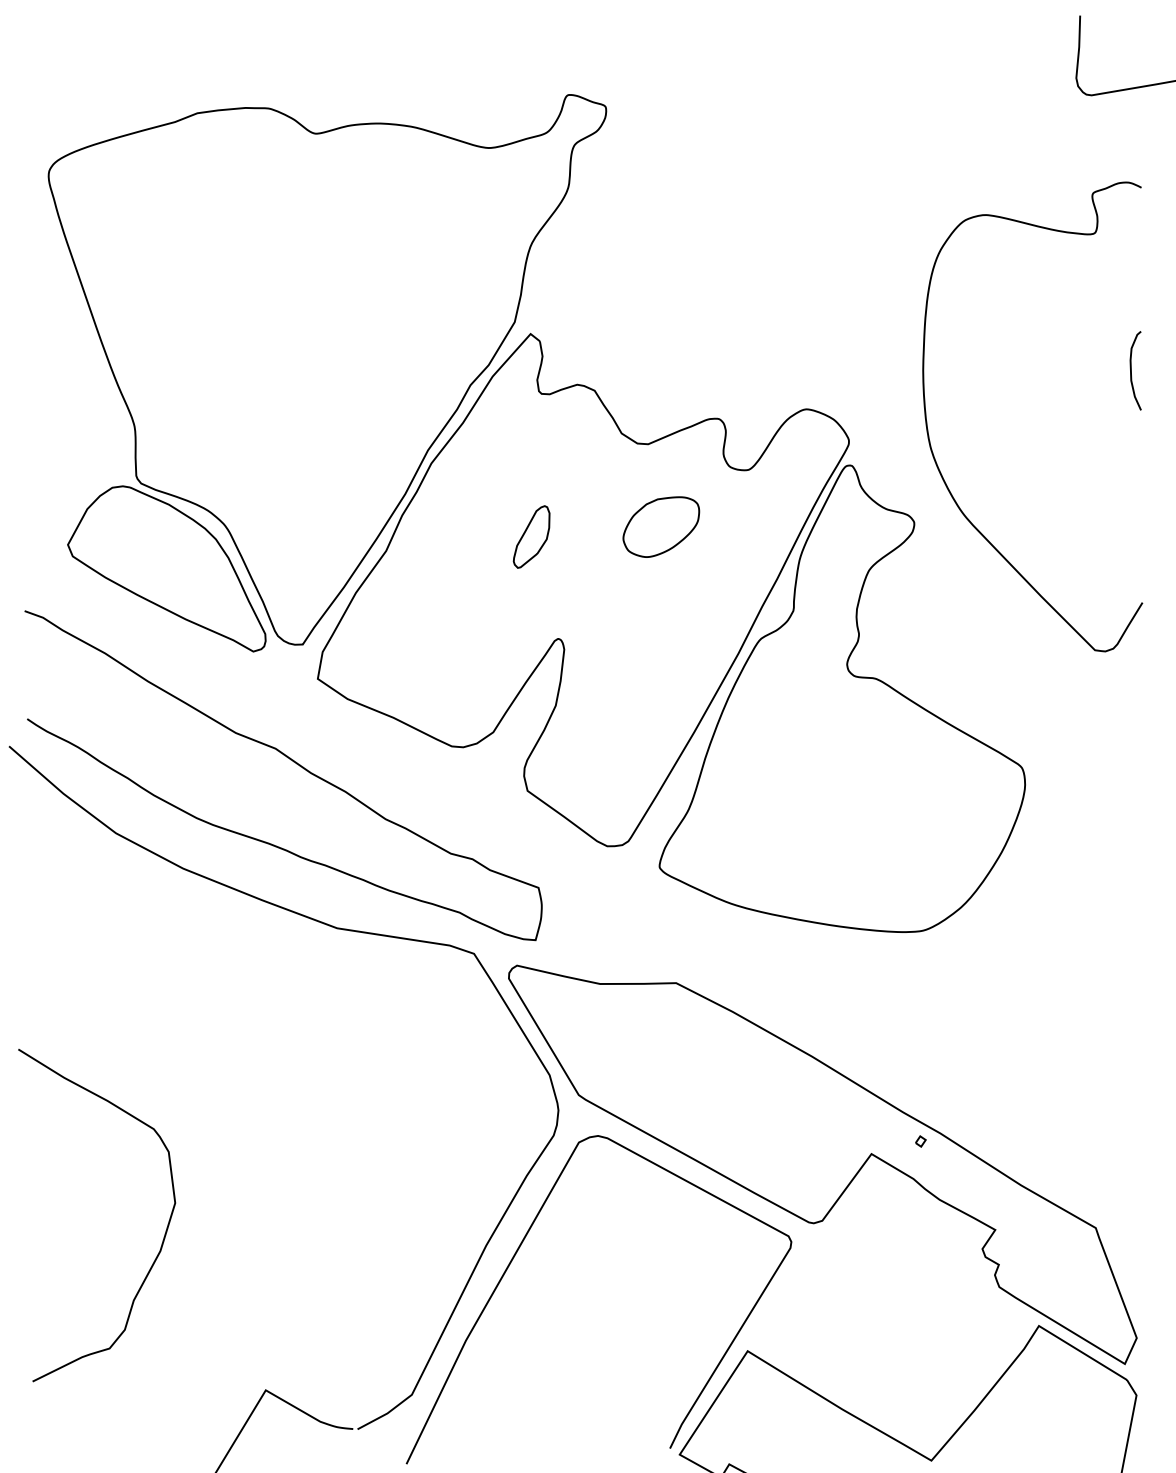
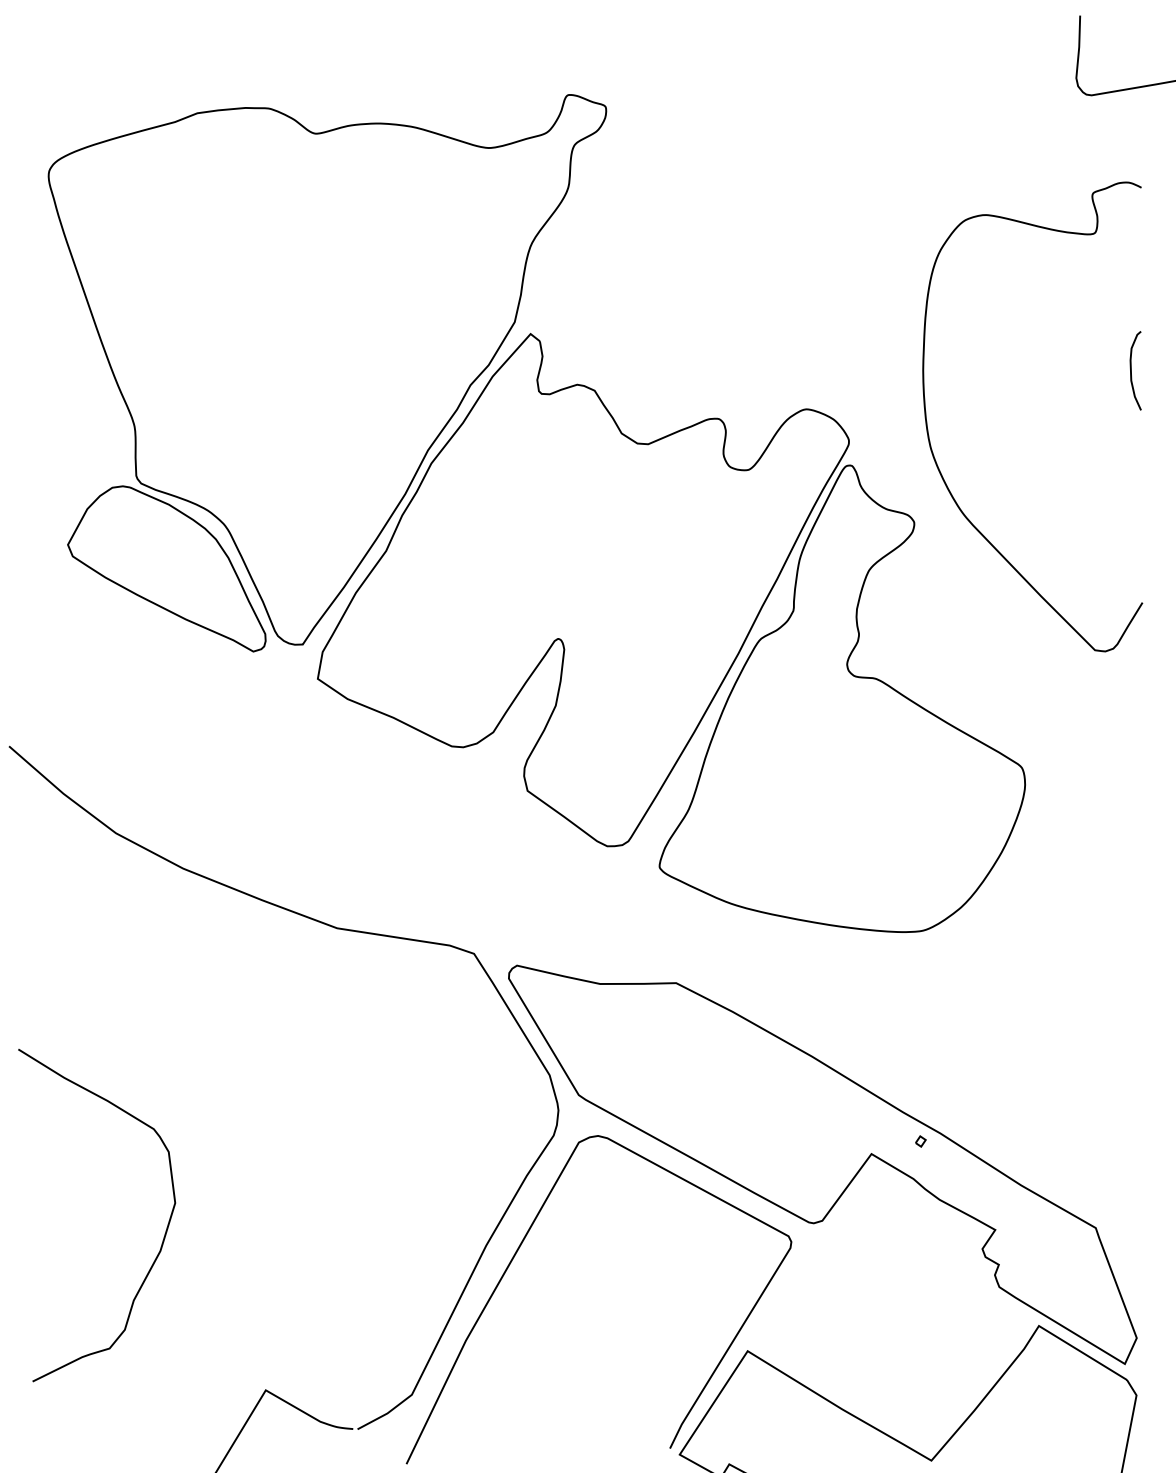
part at (661, 526): present -> none
part at (531, 536): present -> none
curve at (293, 762): present -> none
